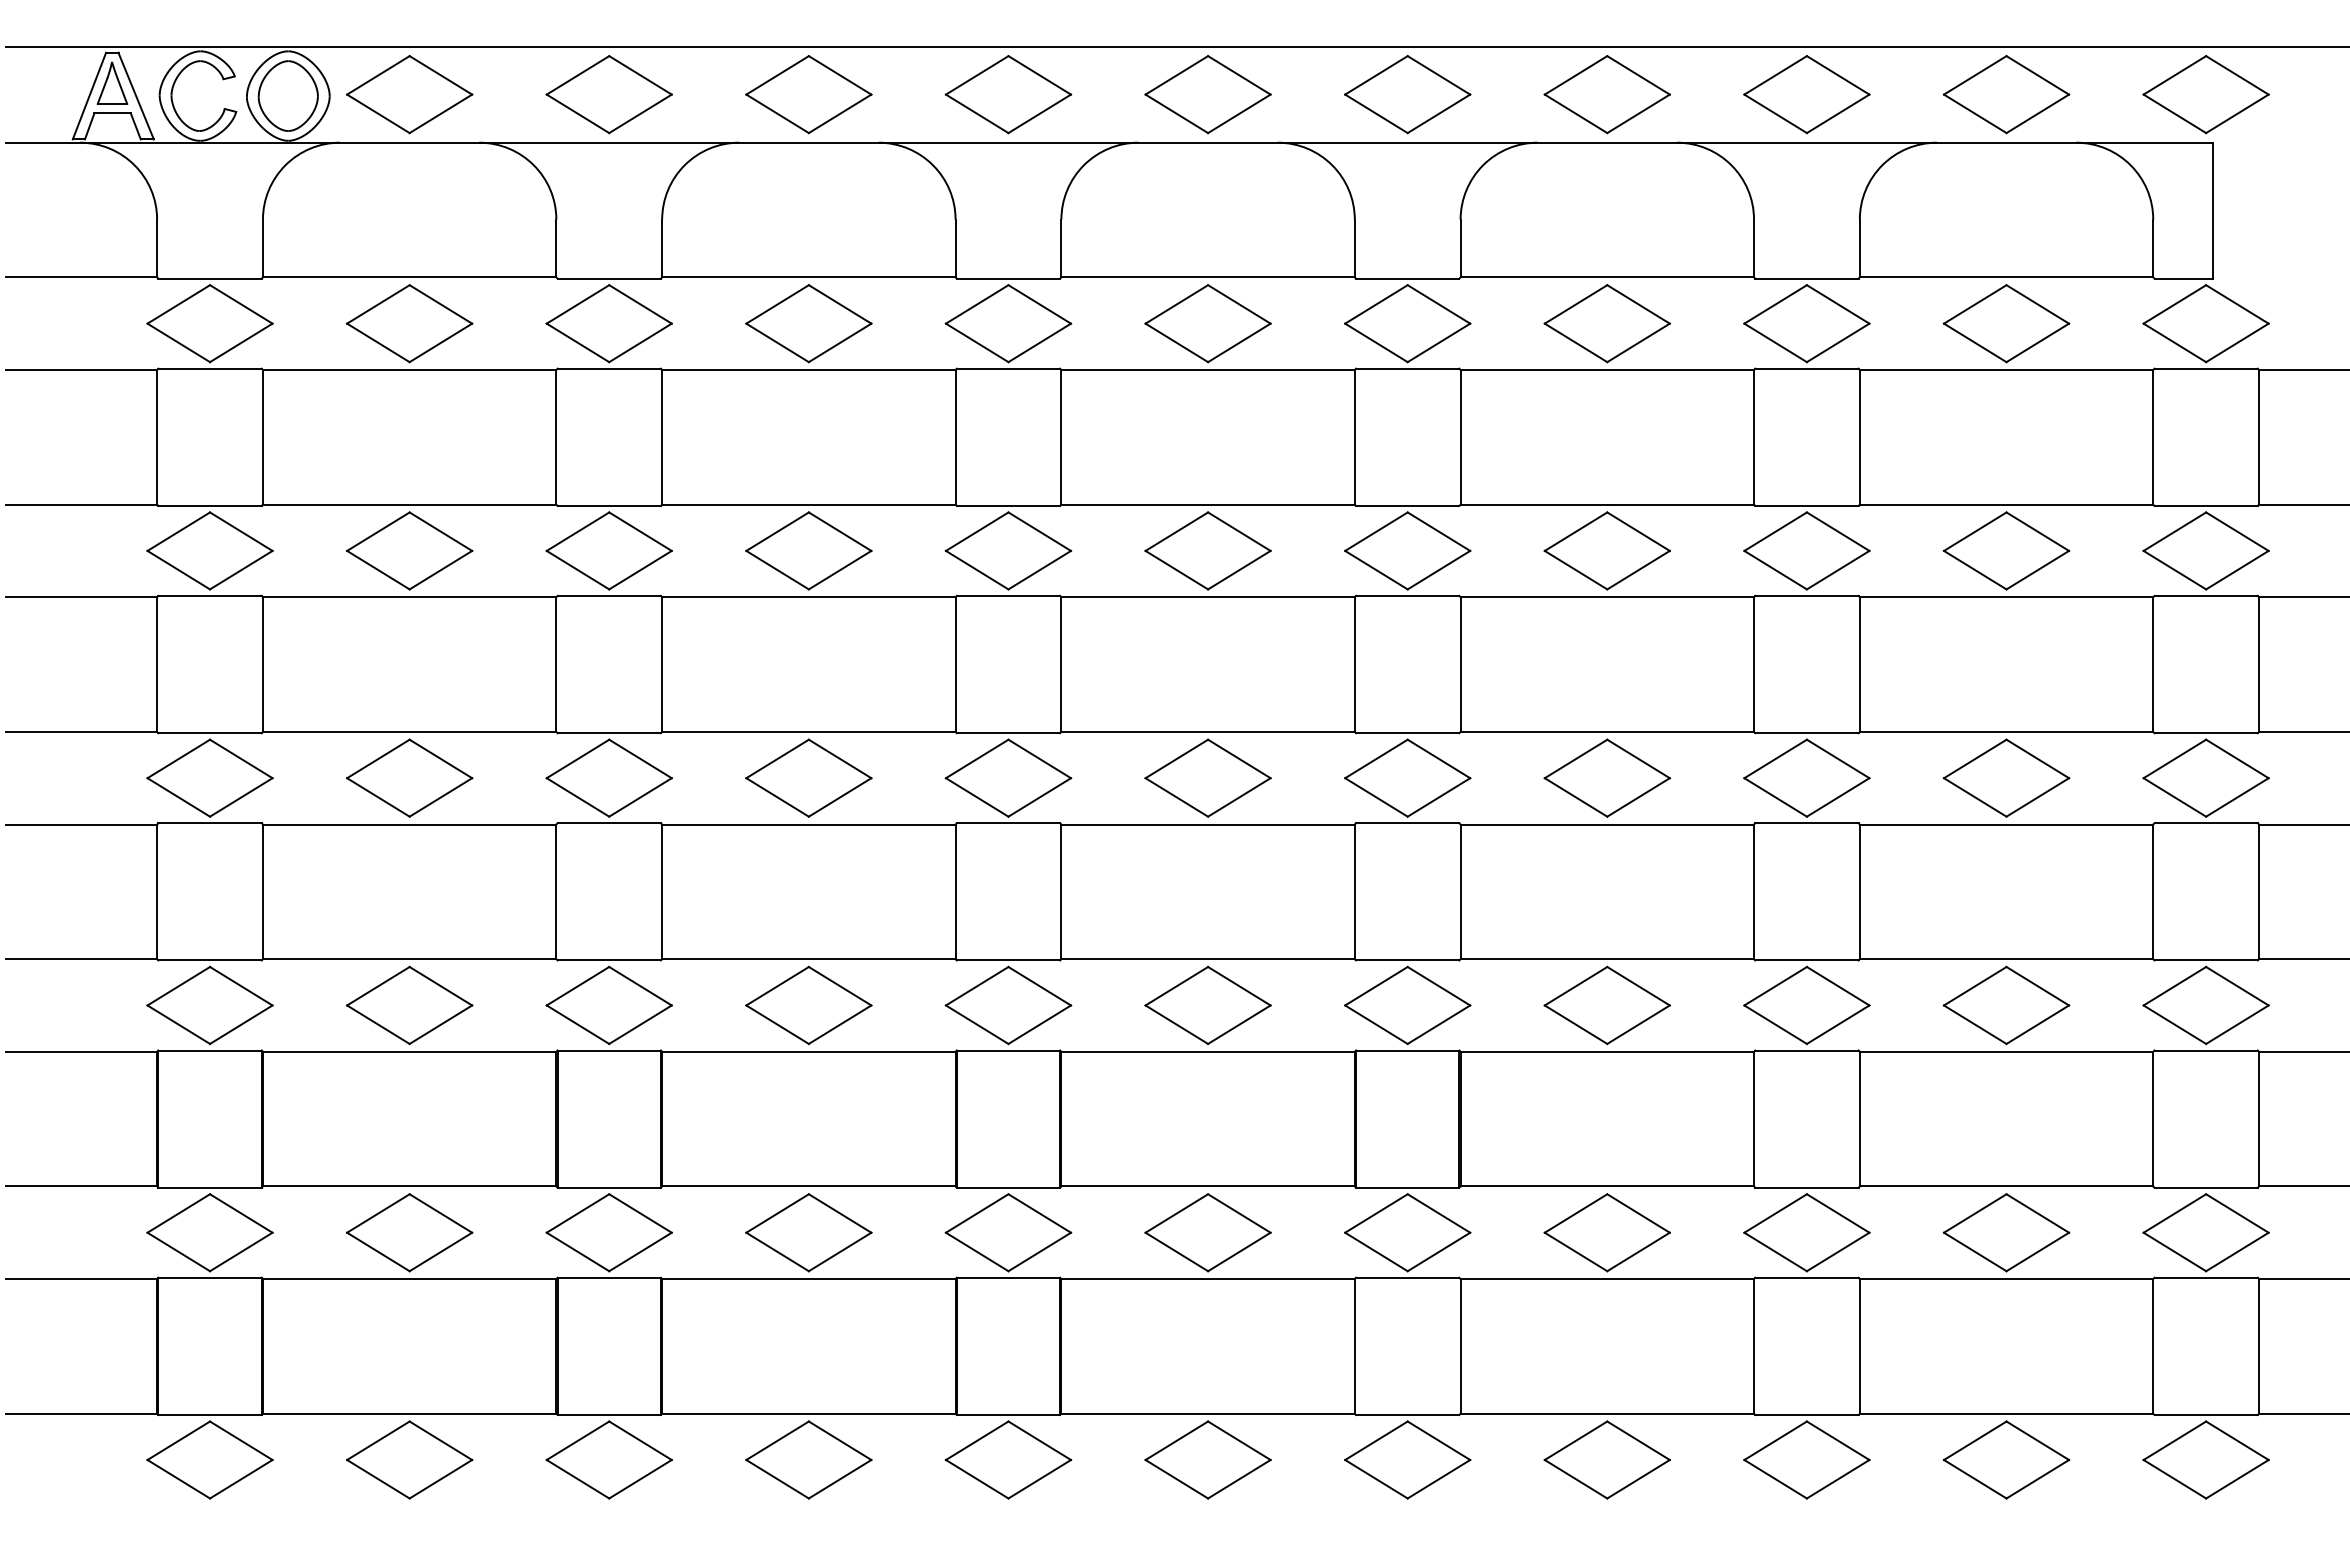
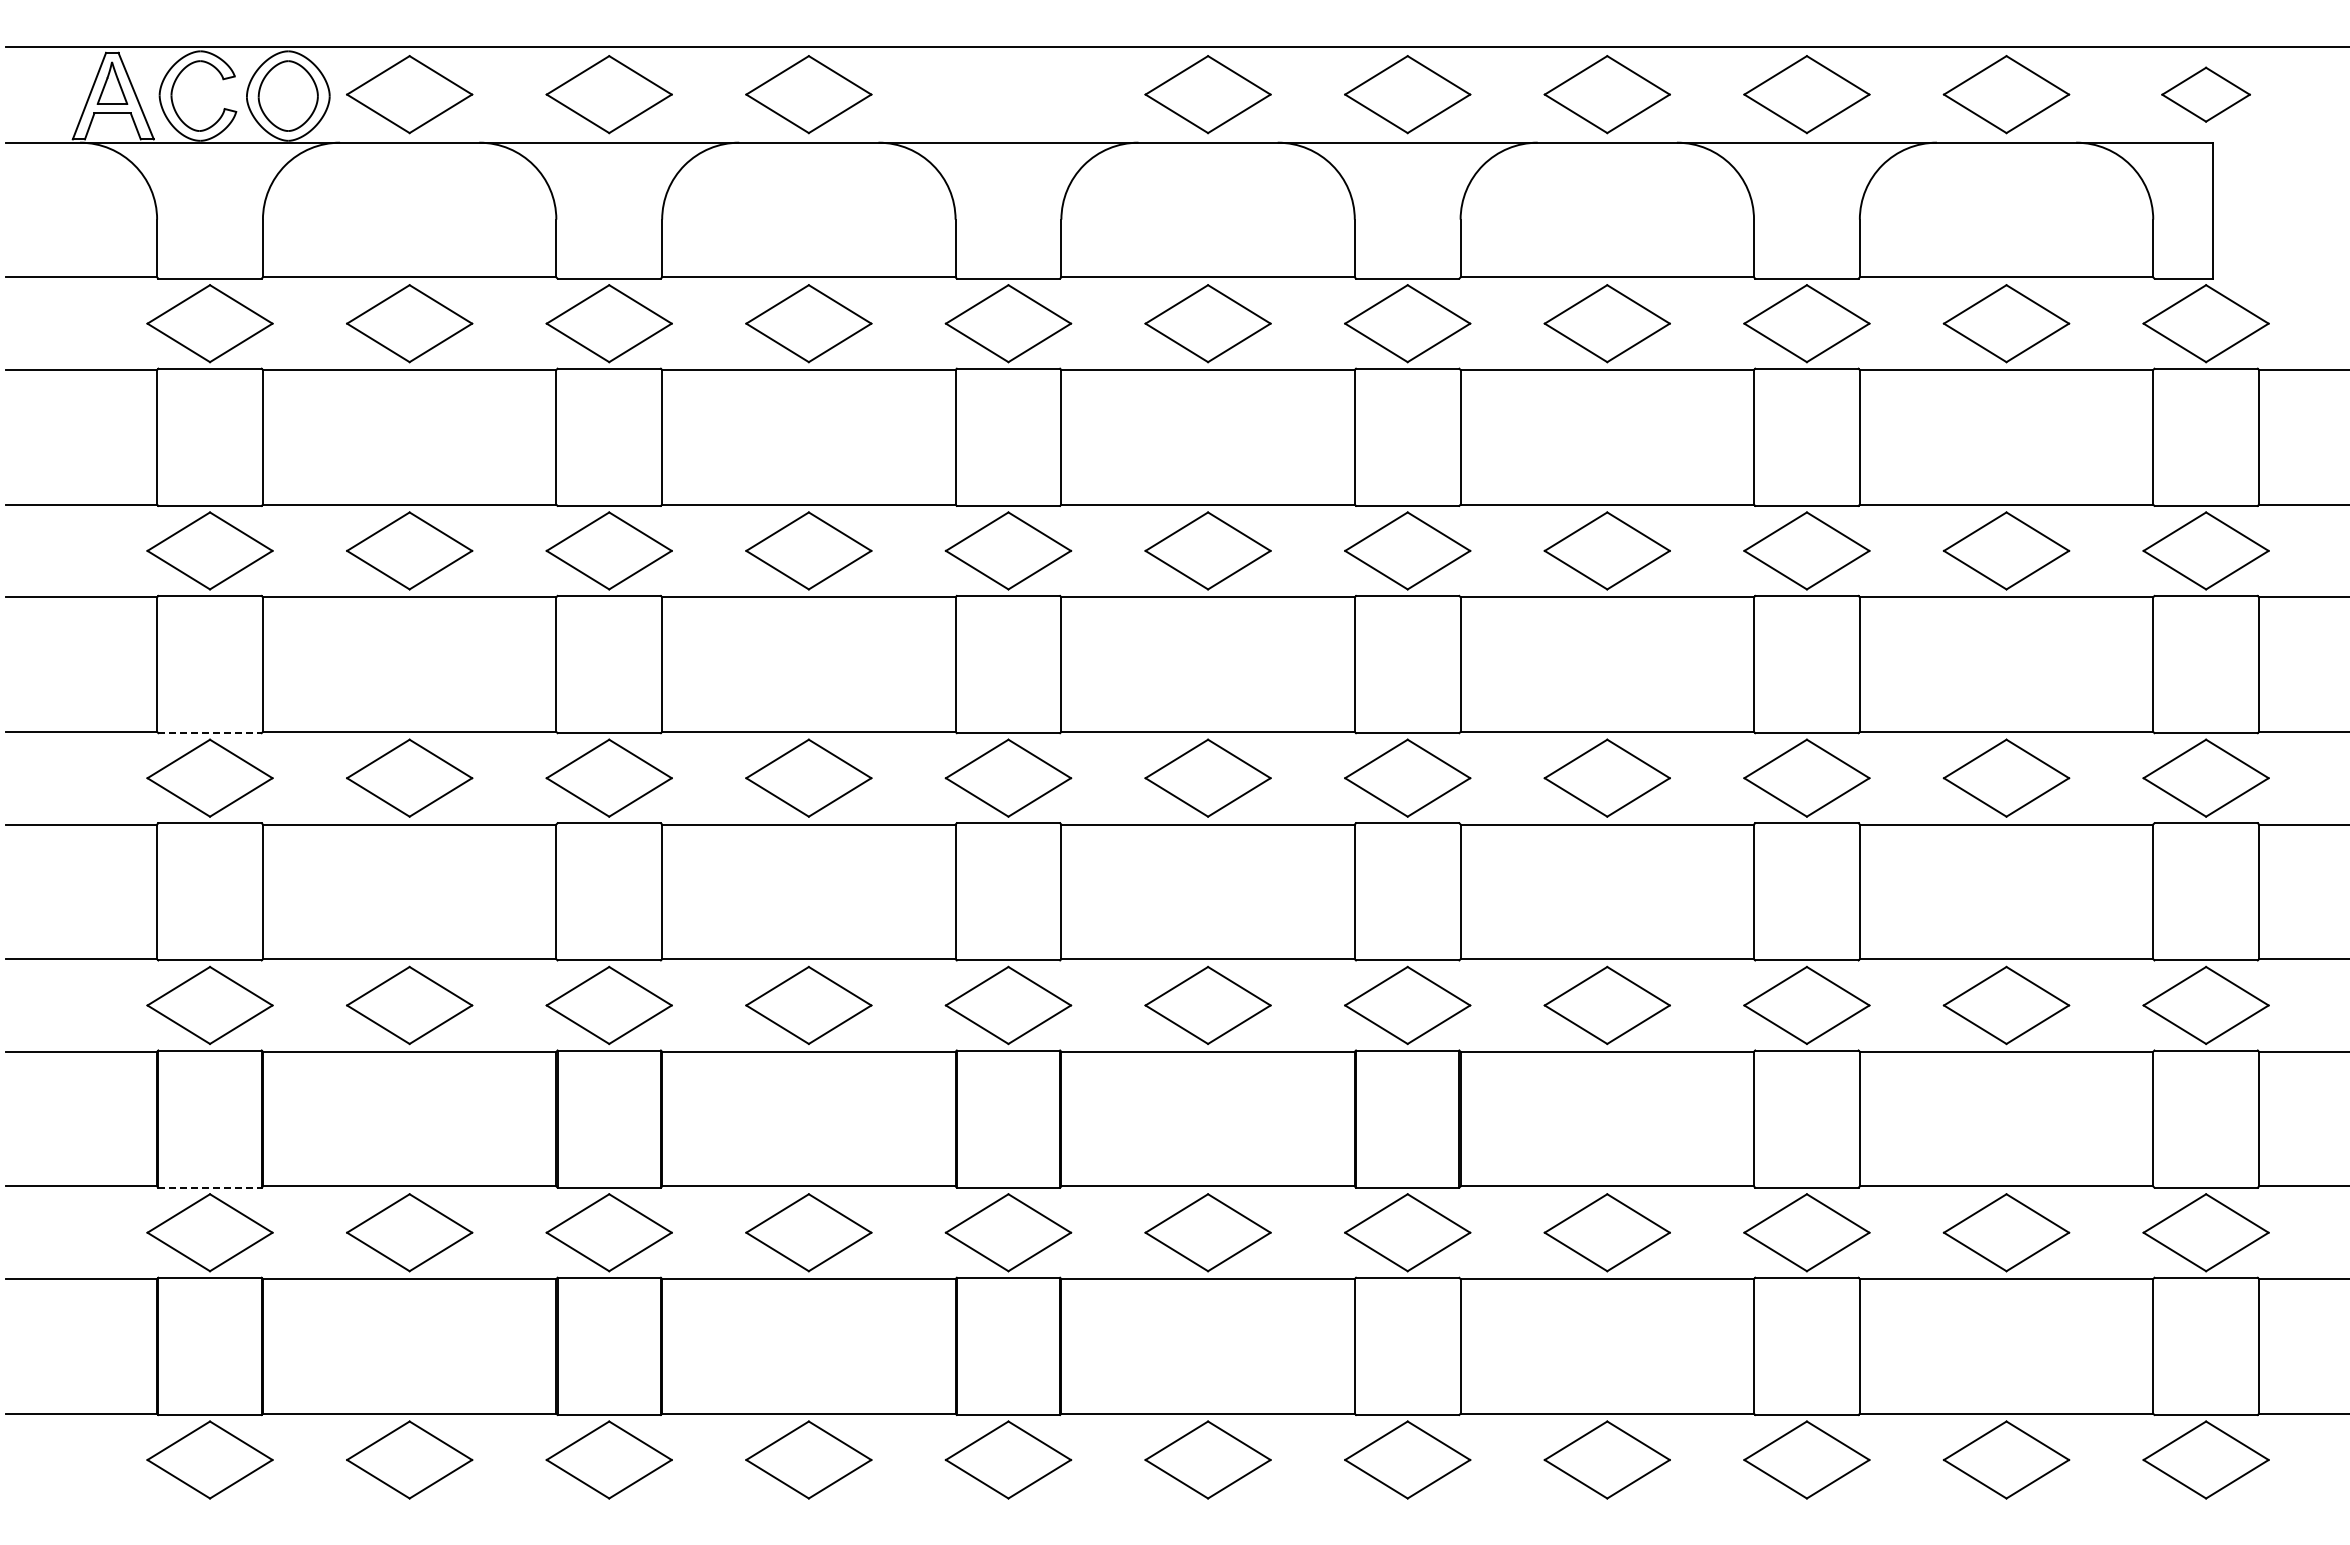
part at (1008, 94): present -> none
part at (2205, 94) size: 128x80 px -> 90x57 px
line at (210, 733): solid -> dashed
line at (210, 1187): solid -> dashed
